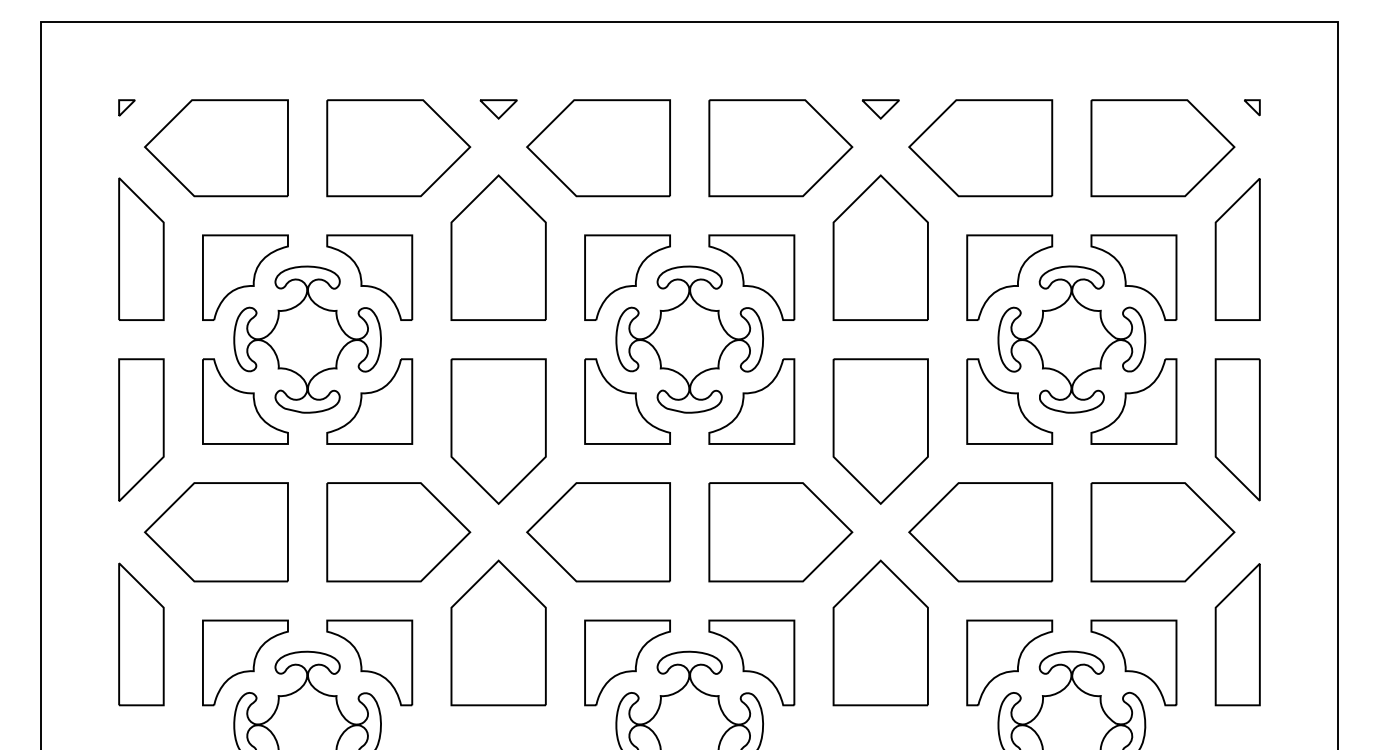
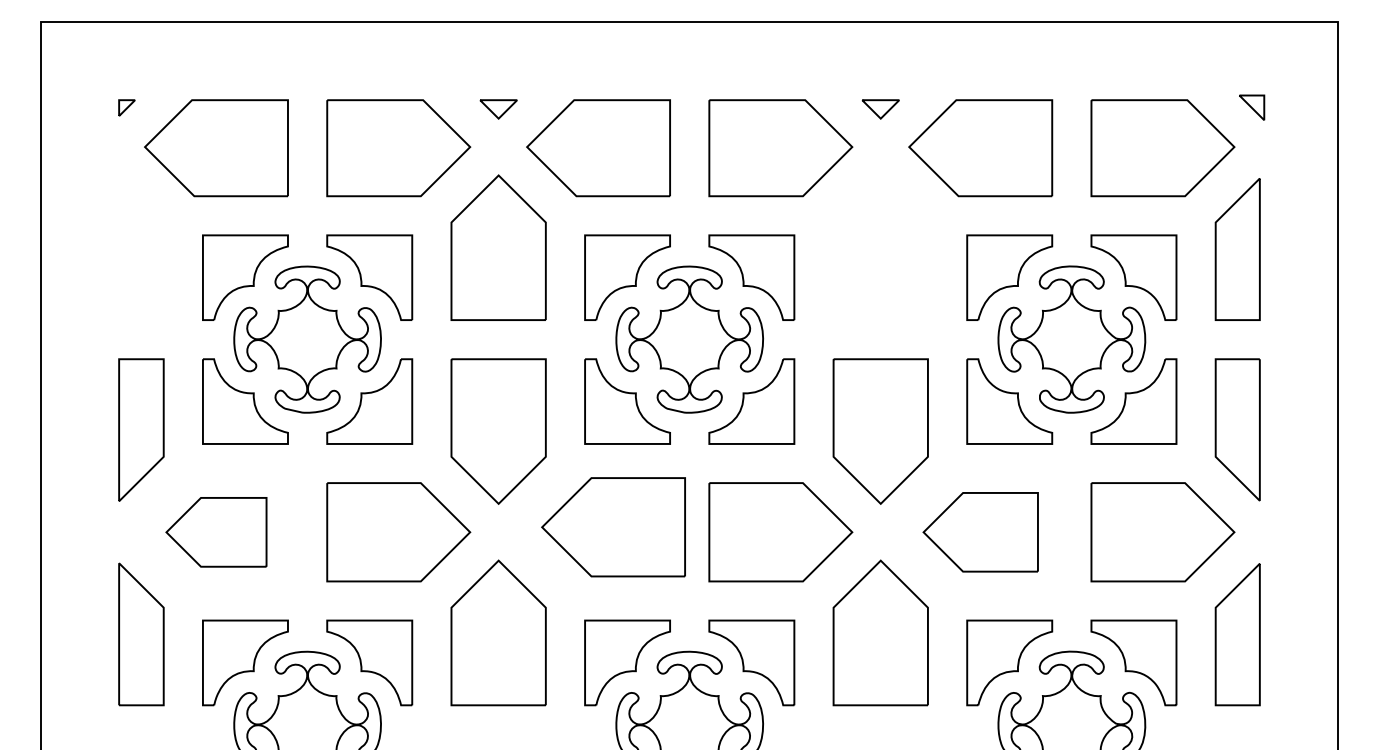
part at (1252, 107) size: 17x18 px -> 27x27 px
part at (880, 247): present -> none
part at (141, 248): present -> none
part at (216, 532) size: 145x101 px -> 103x71 px
part at (598, 532) position: (598, 532) -> (613, 527)
part at (980, 532) size: 146x101 px -> 117x81 px
